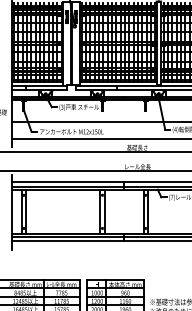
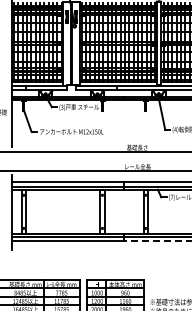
line at (100, 122): present -> none
line at (100, 138): present -> none
line at (157, 241): solid -> dashed
